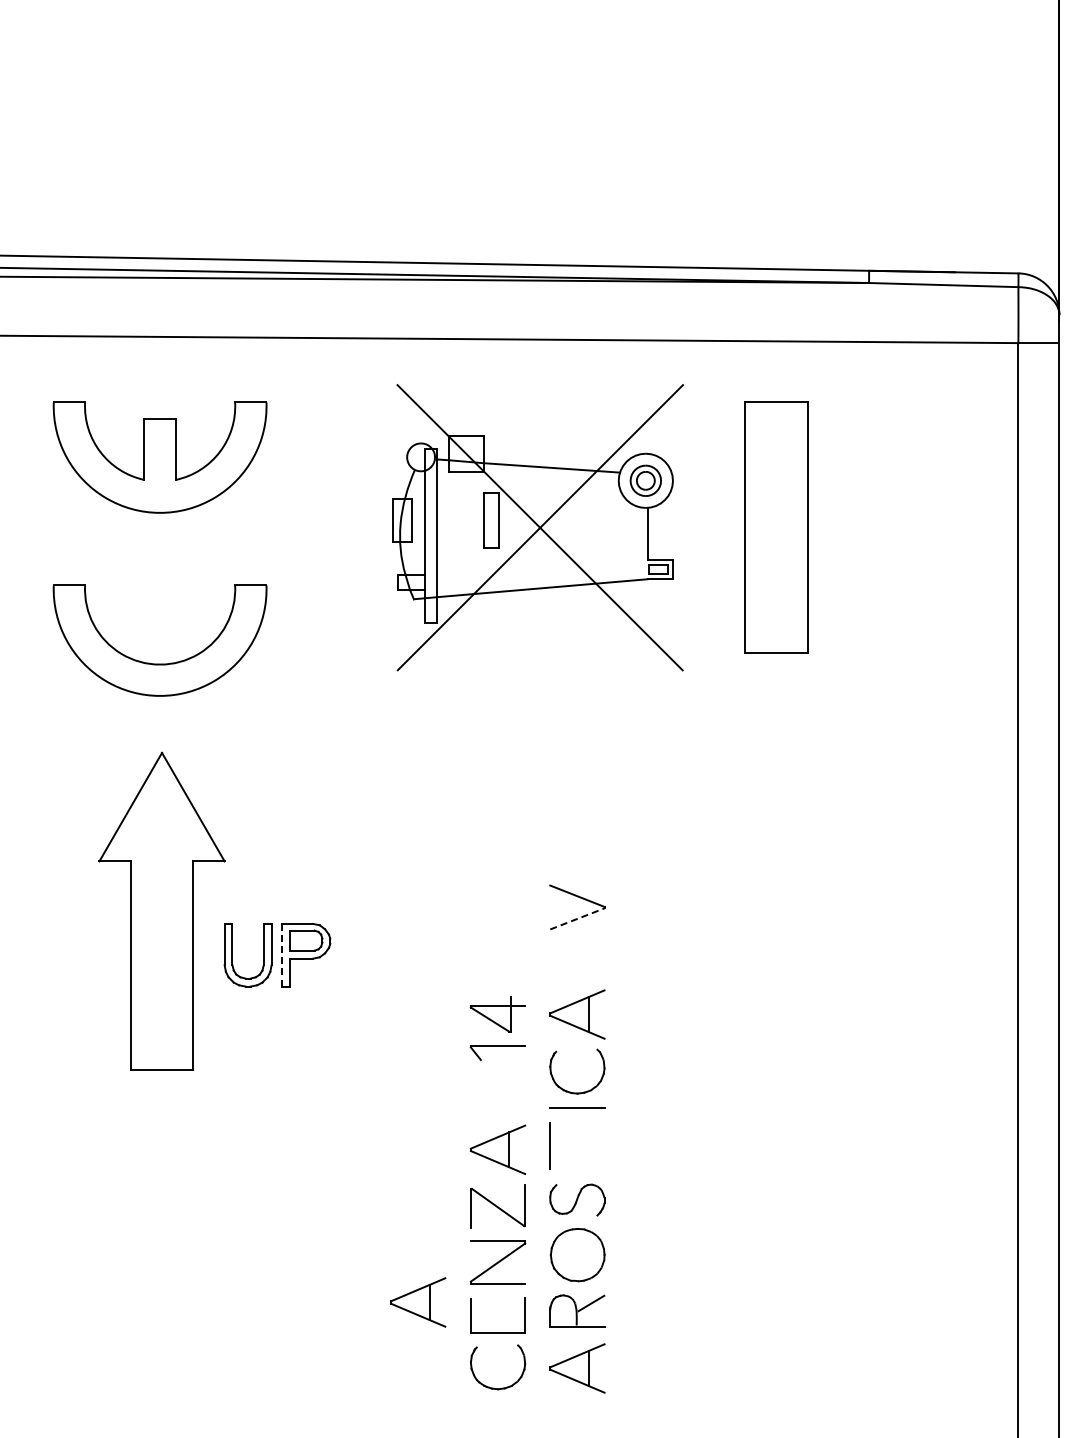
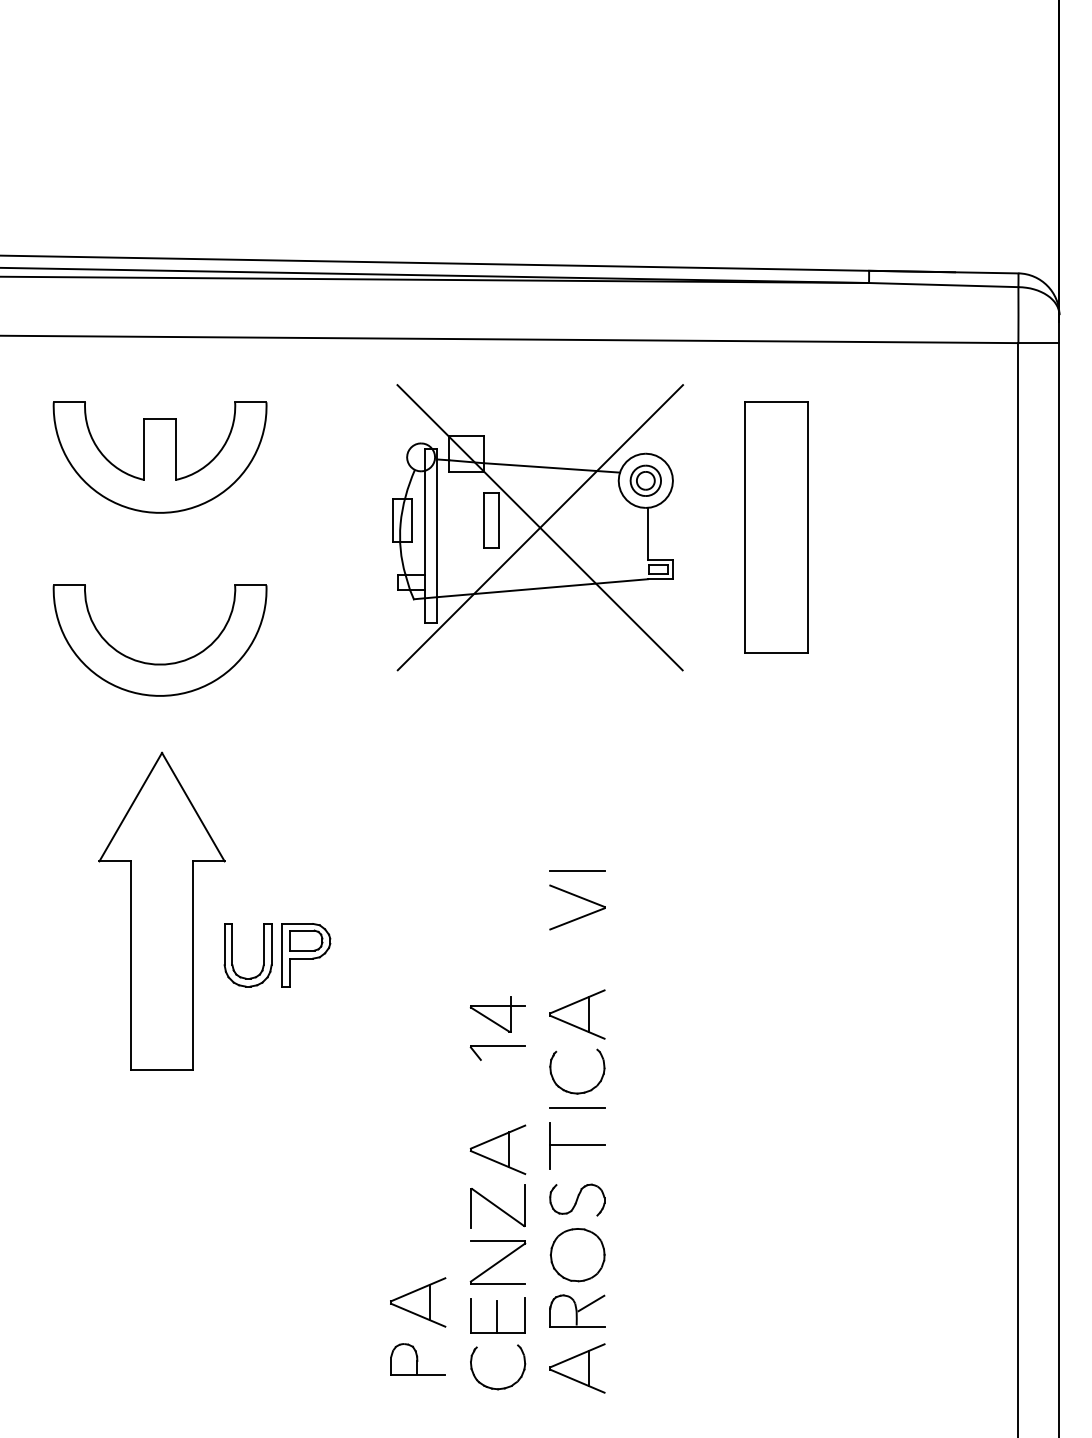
line at (577, 870): none -> present
line at (577, 918): dashed -> solid
line at (282, 954): dashed -> solid
line at (577, 1145): none -> present
line at (496, 1317): none -> present
part at (417, 1359): none -> present
